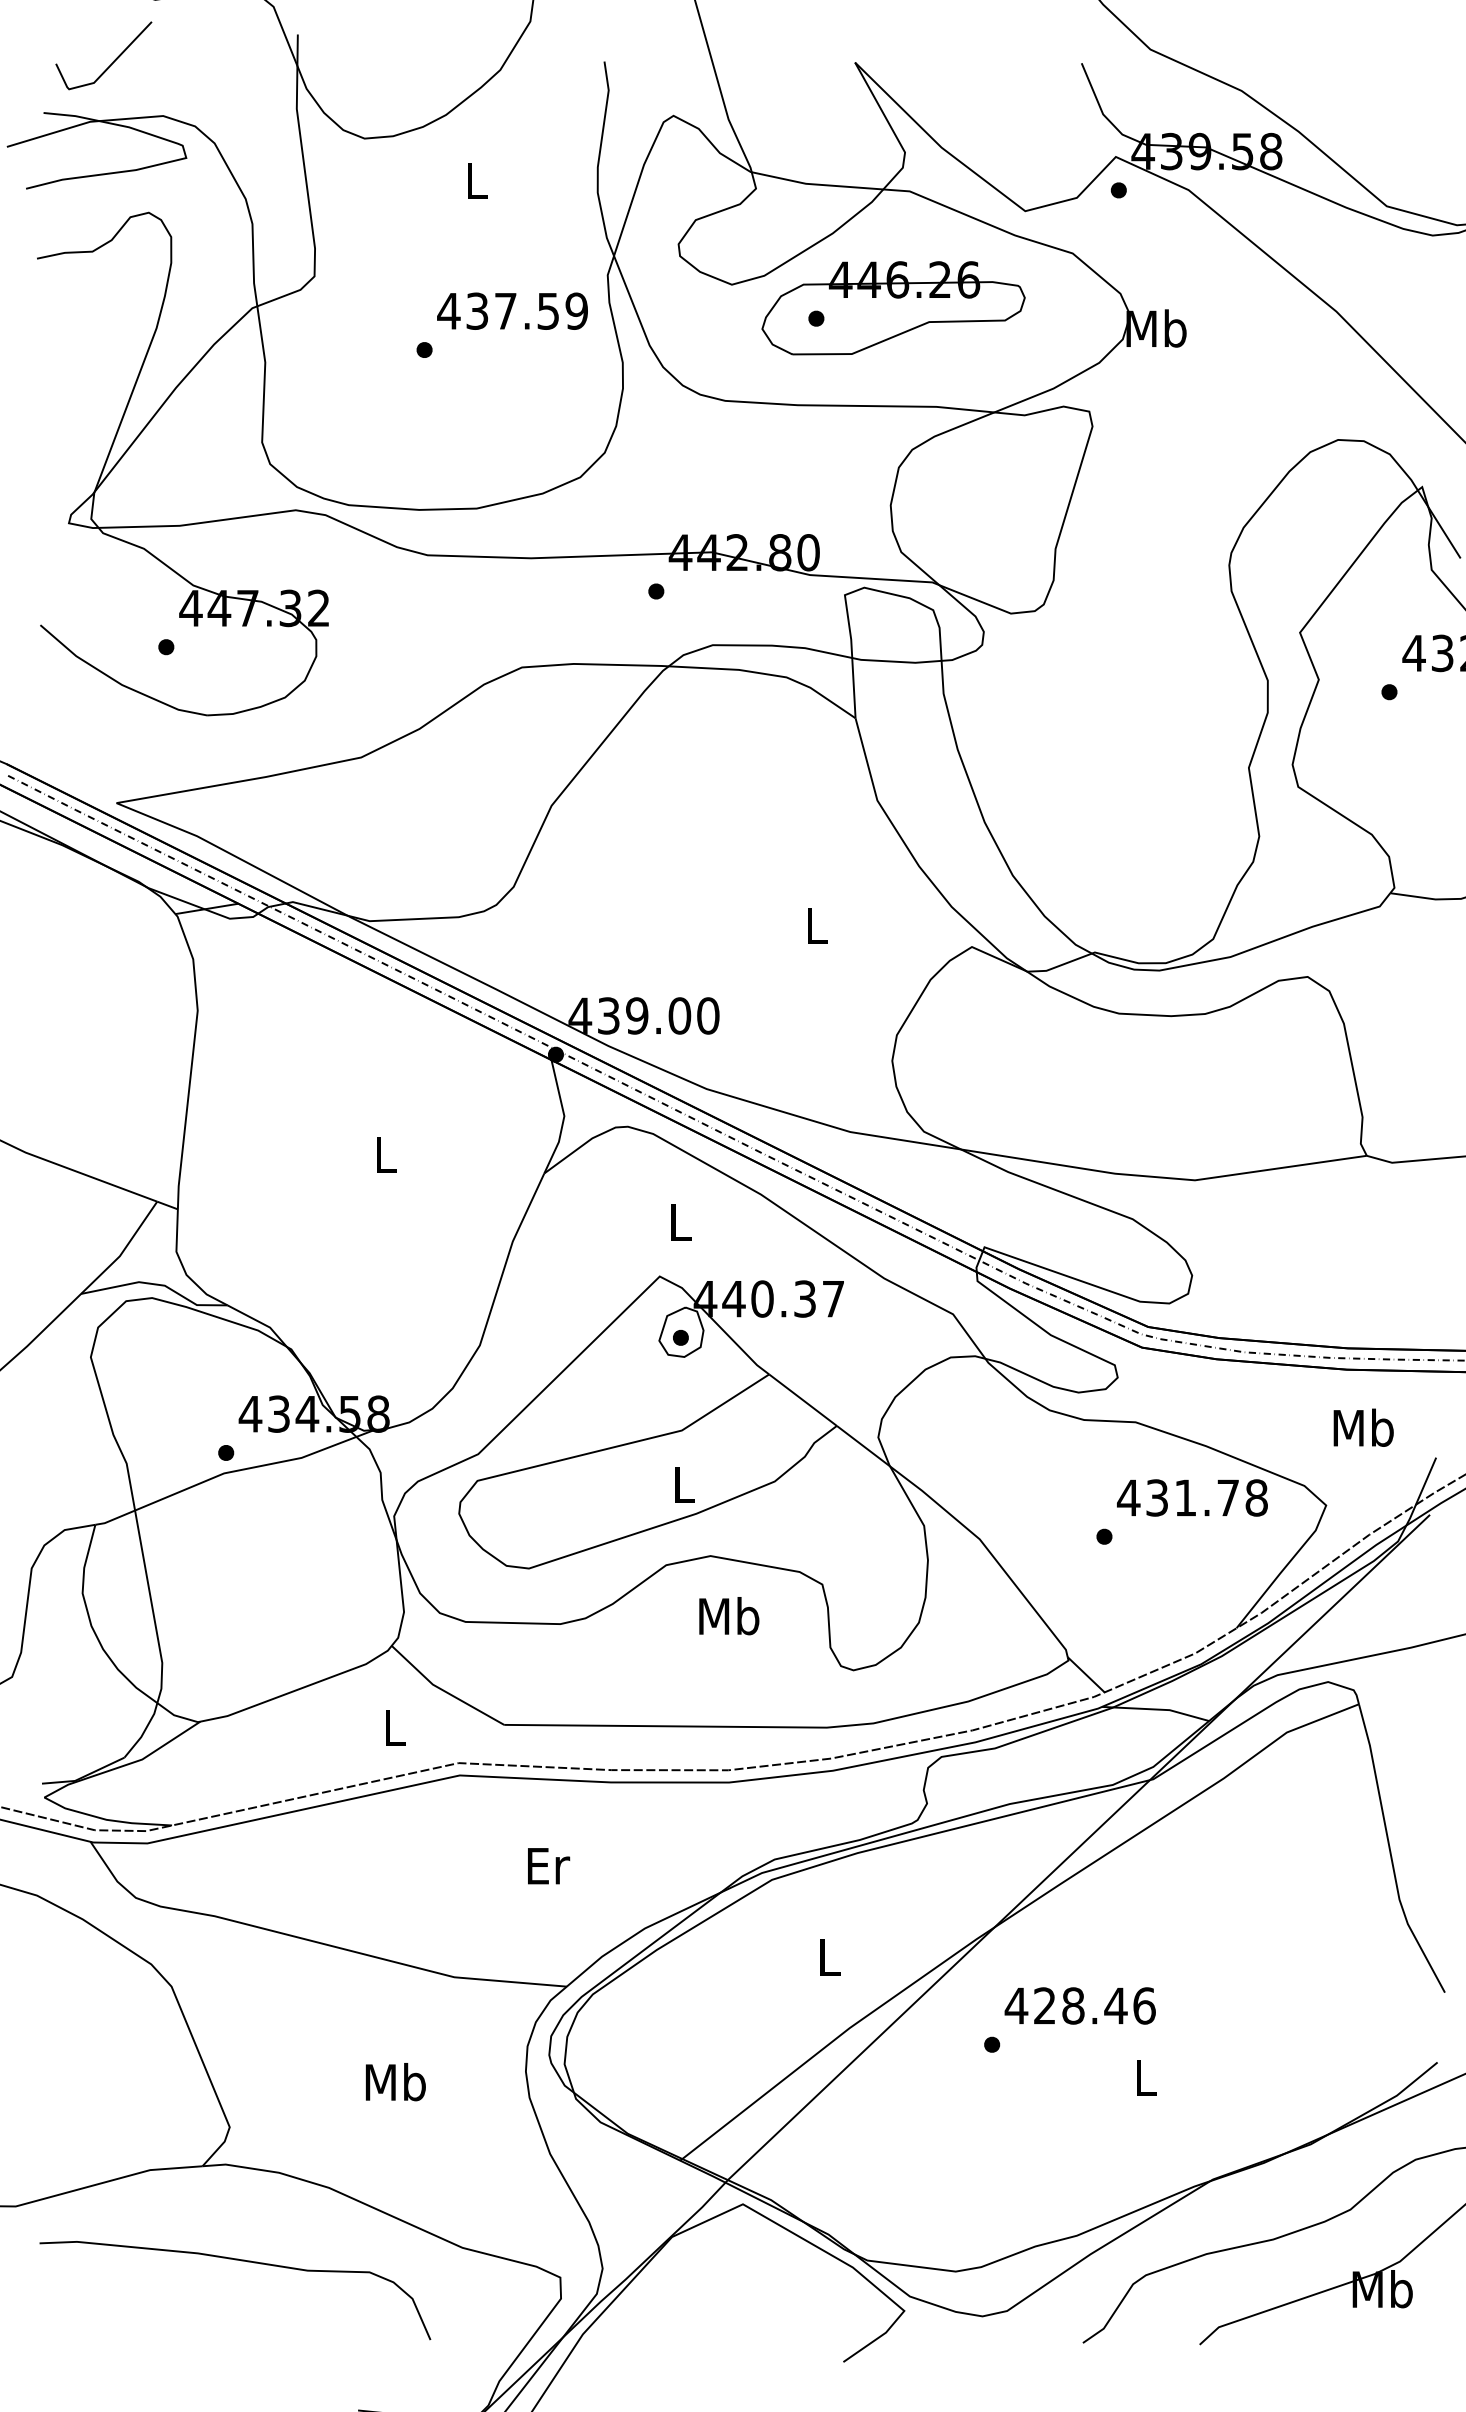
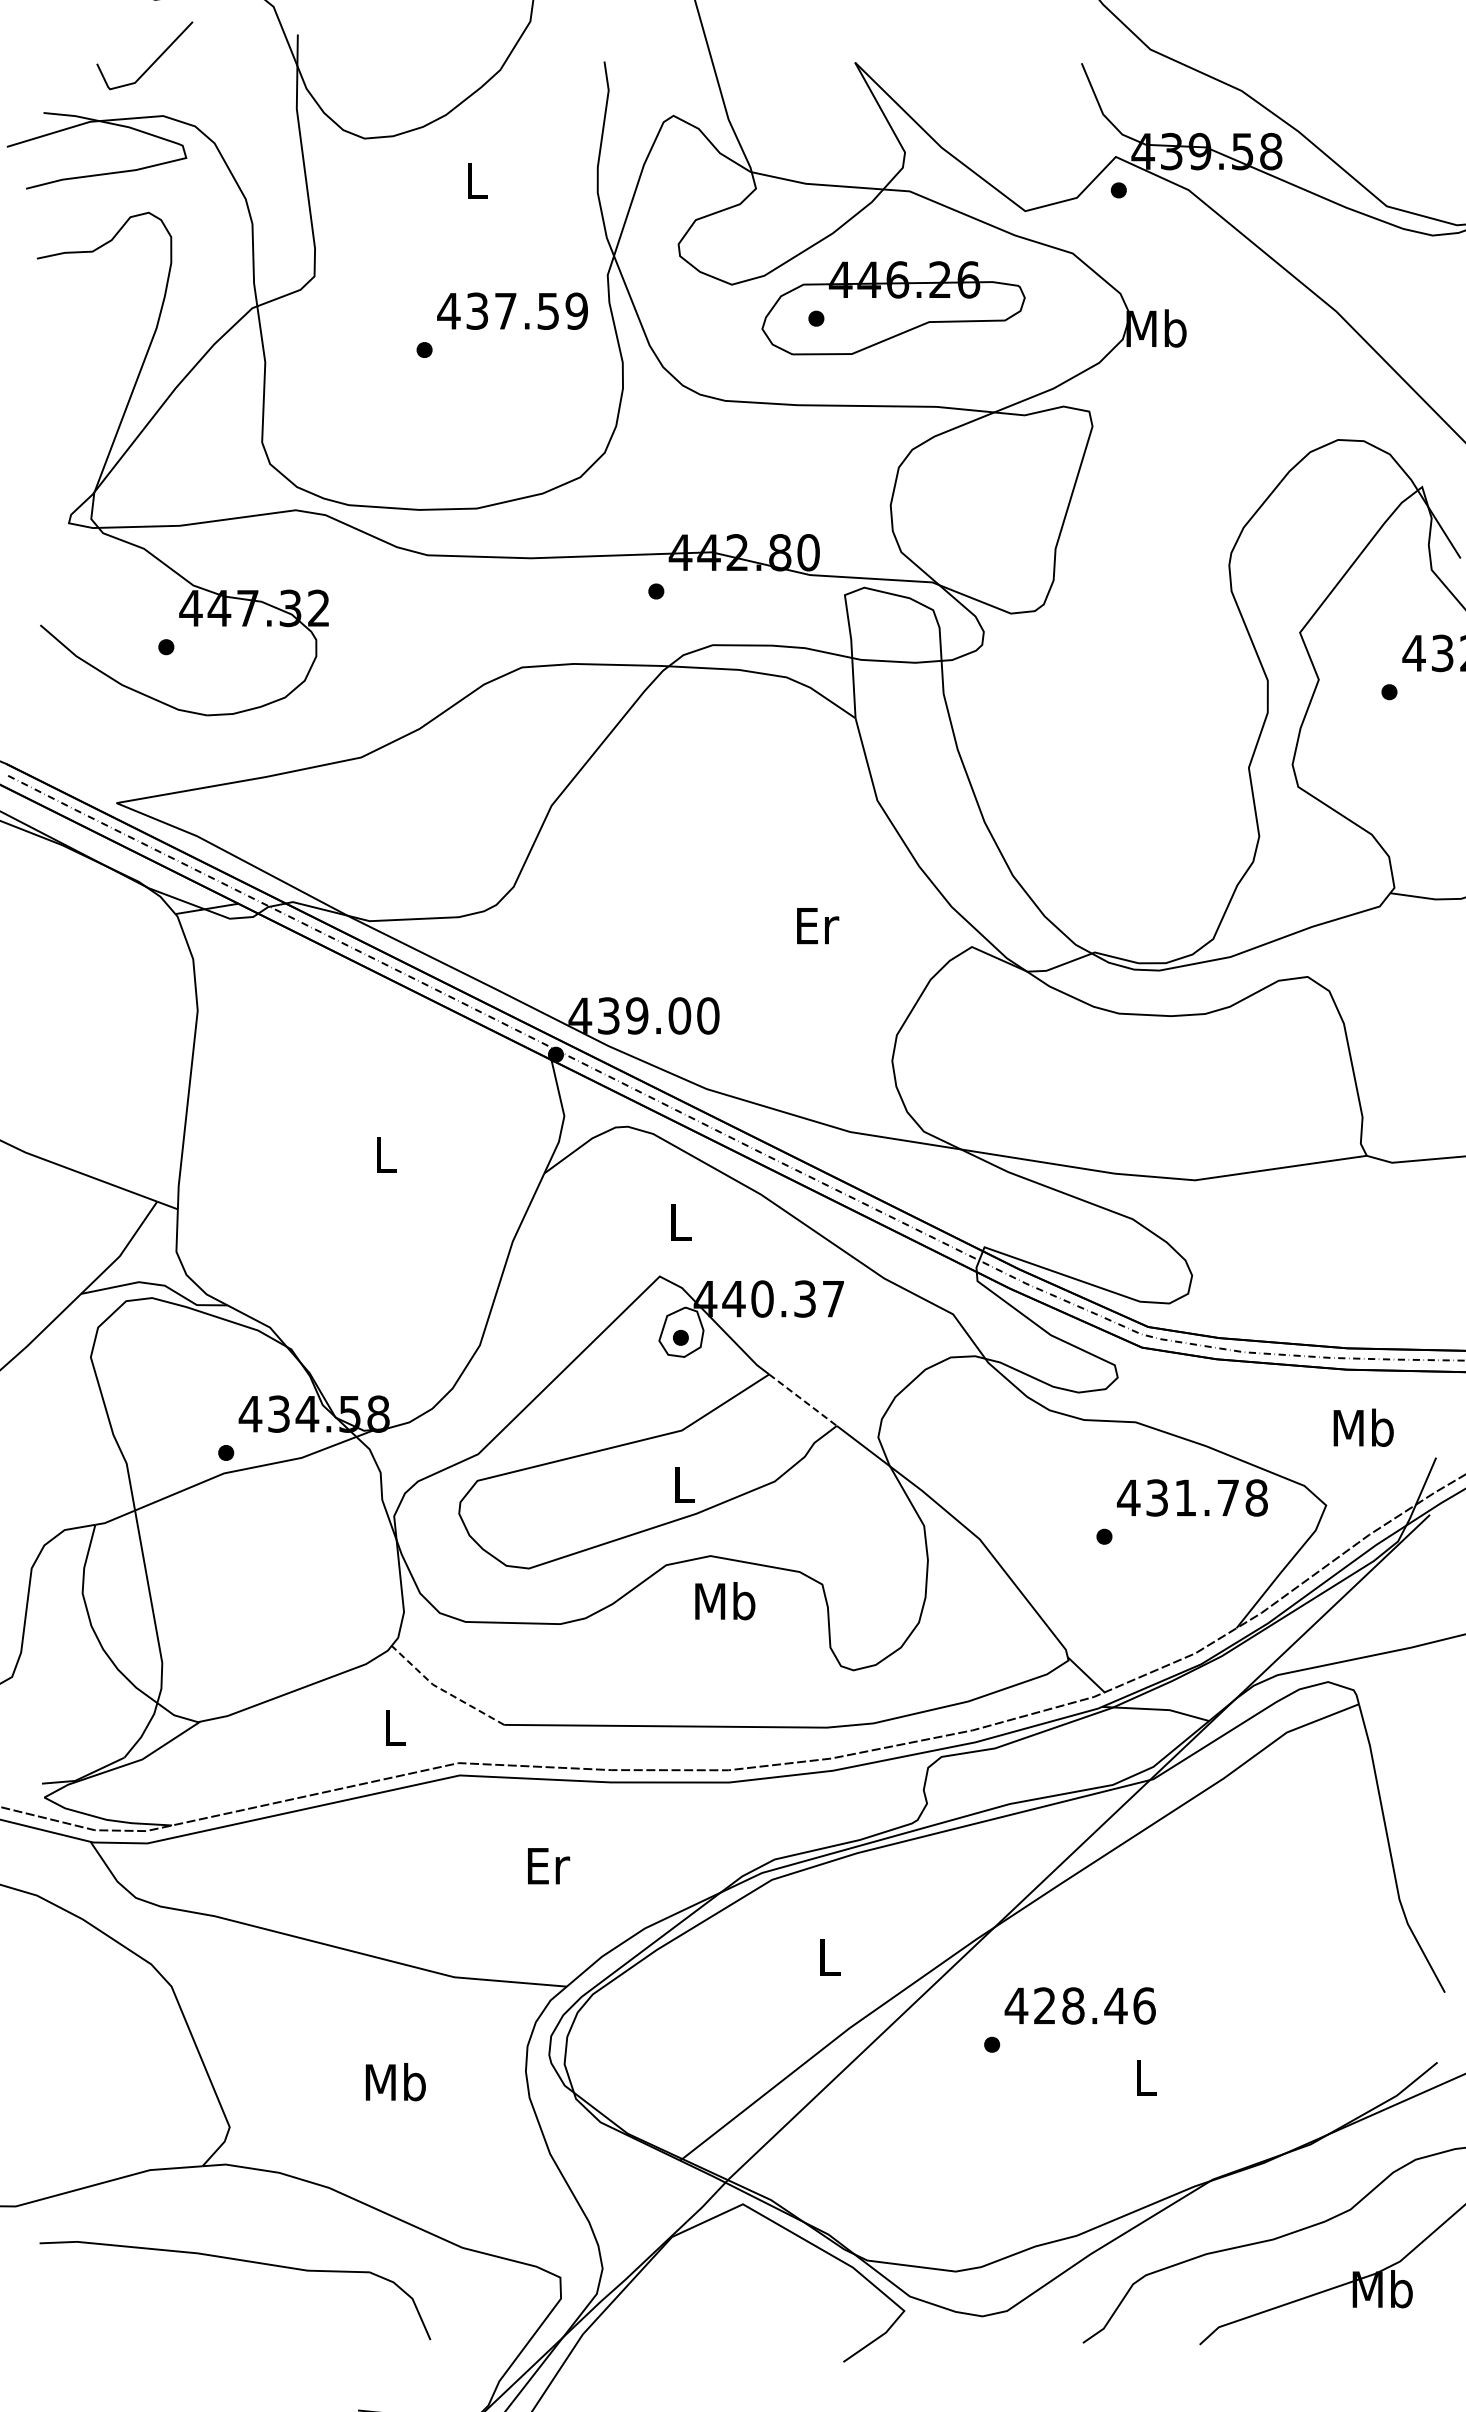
line at (113, 60) position: (113, 60) -> (154, 60)
text at (818, 926): L -> Er
line at (803, 1400): solid -> dashed
text at (729, 1616) position: (729, 1616) -> (725, 1601)
line at (443, 1690): solid -> dashed
